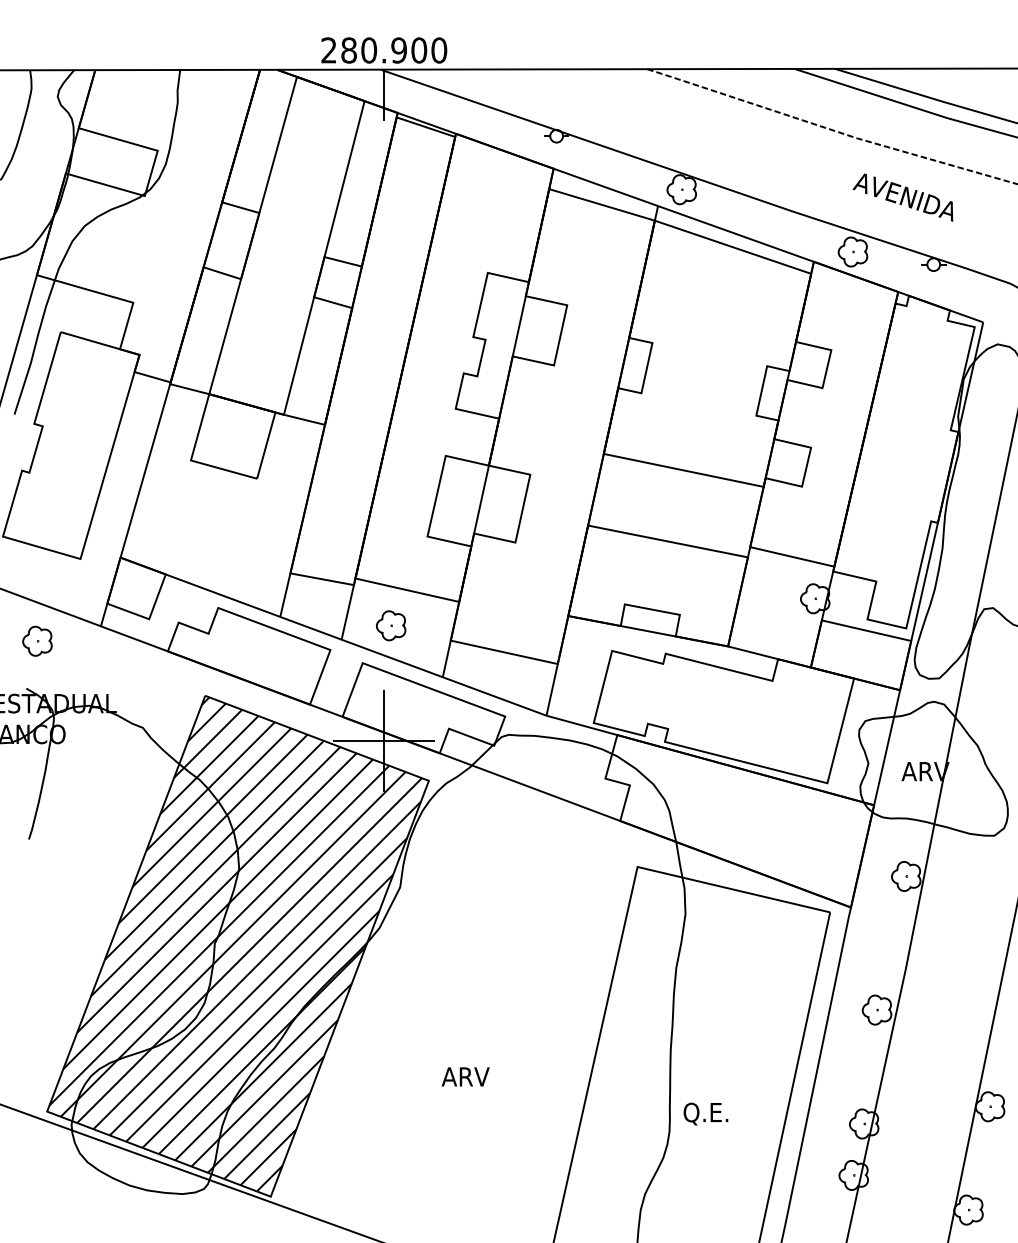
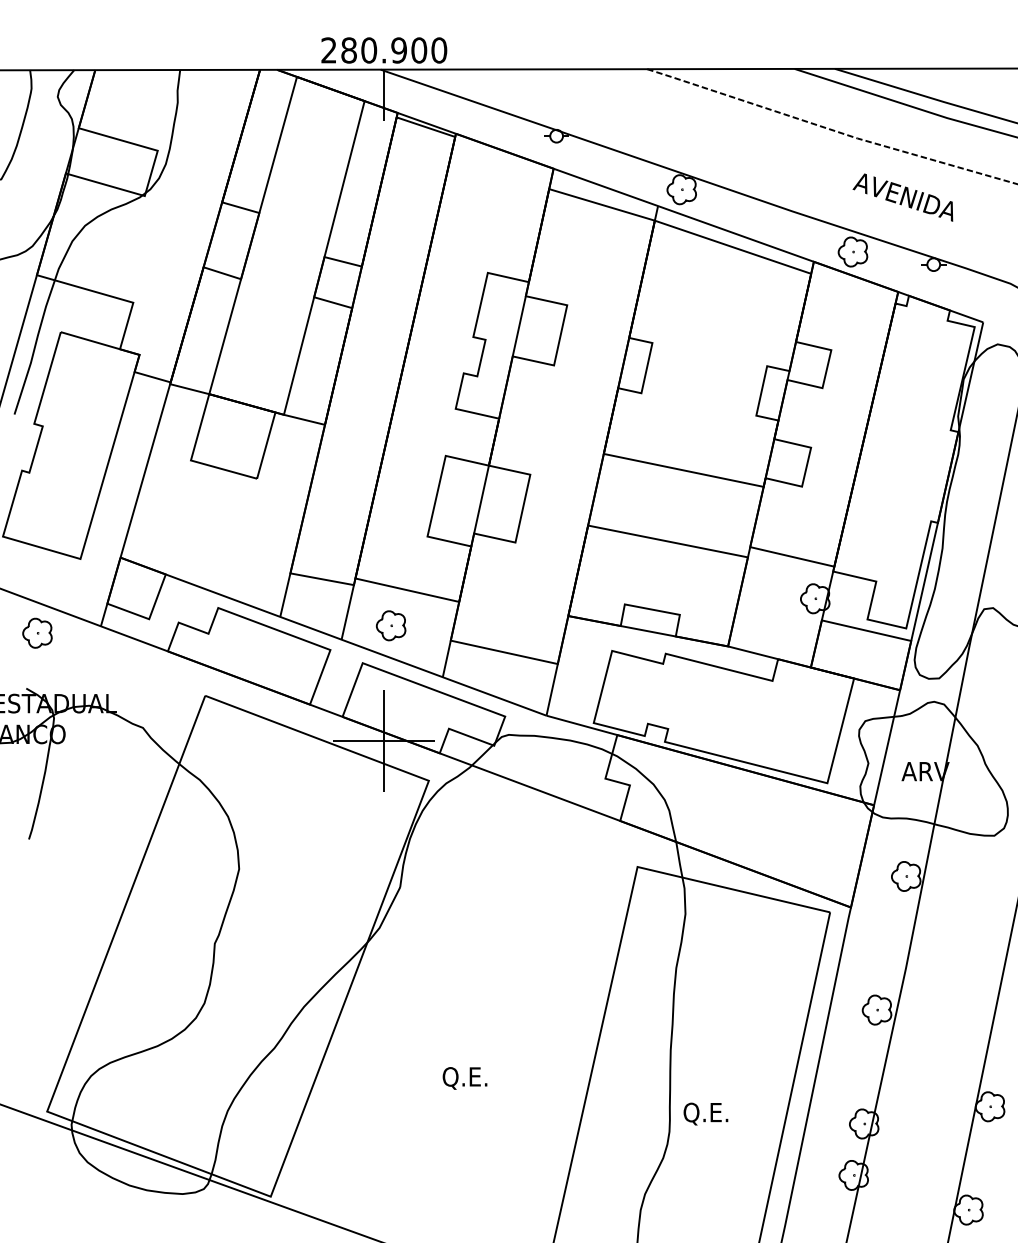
part at (37, 640) position: (37, 640) -> (37, 632)
hatch at (235, 944): present -> none
text at (465, 1078): ARV -> Q.E.
